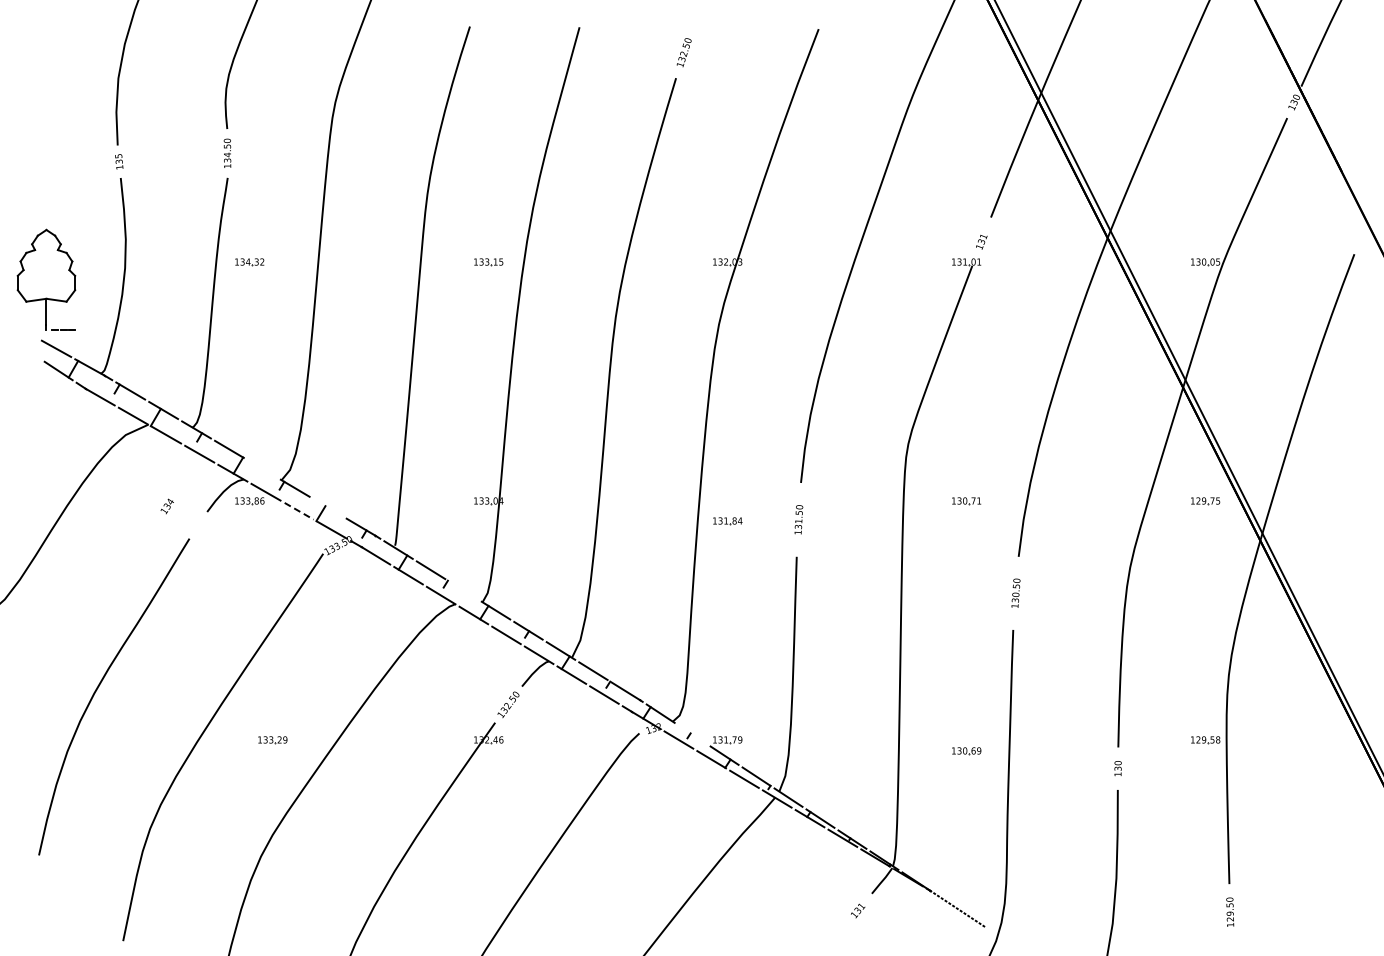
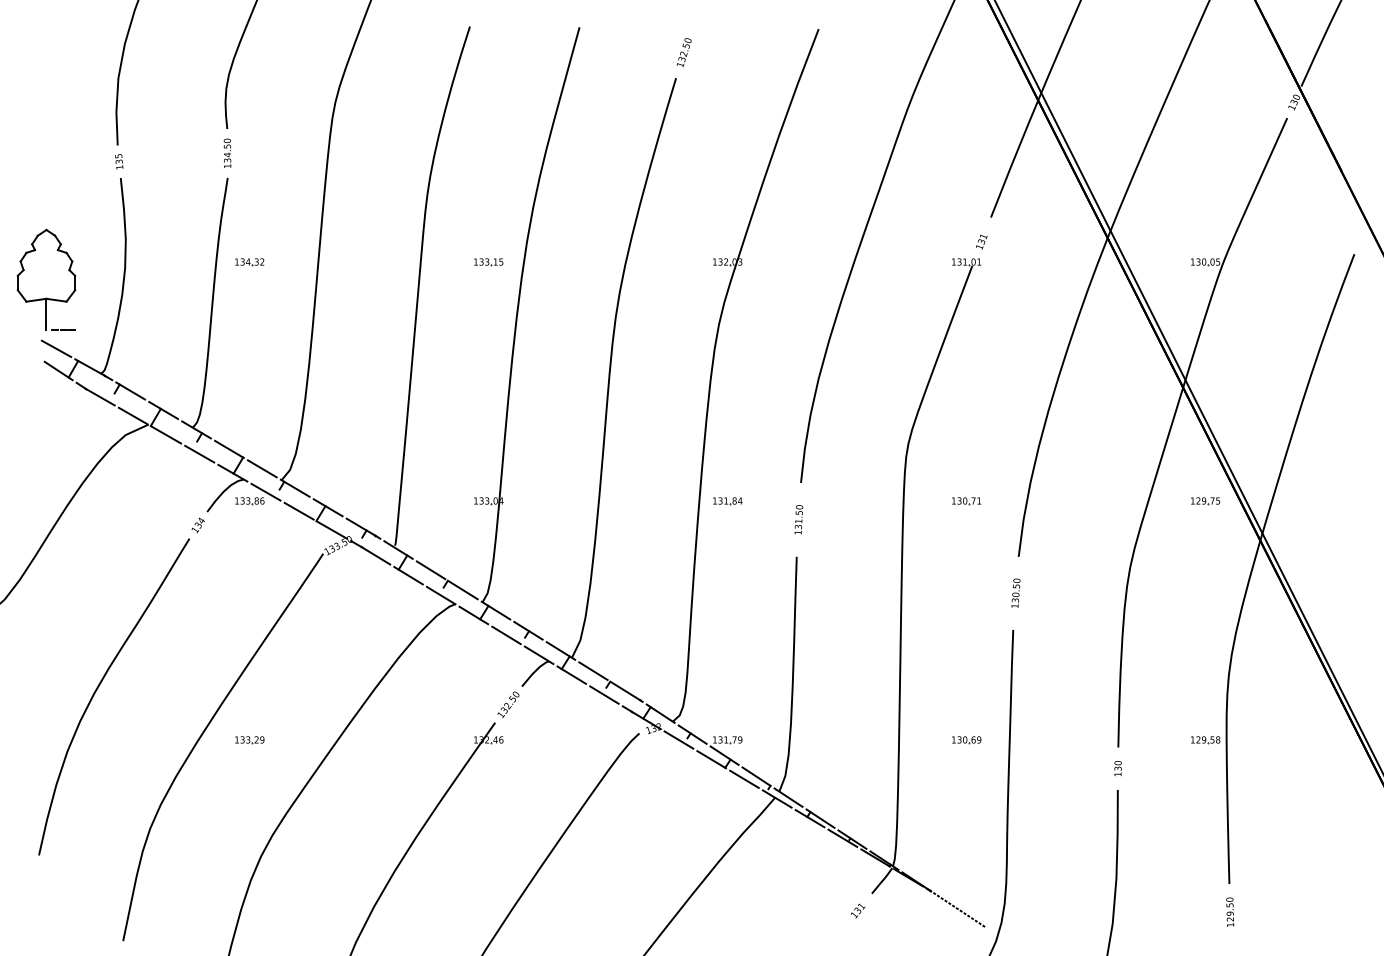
line at (261, 468): none -> present
text at (166, 506) position: (166, 506) -> (197, 525)
line at (327, 507): none -> present
line at (299, 511): dashed -> solid
part at (727, 521) position: (727, 521) -> (727, 501)
line at (463, 590): none -> present
line at (692, 734): none -> present
part at (272, 740) position: (272, 740) -> (249, 740)
part at (966, 751) position: (966, 751) -> (966, 740)
